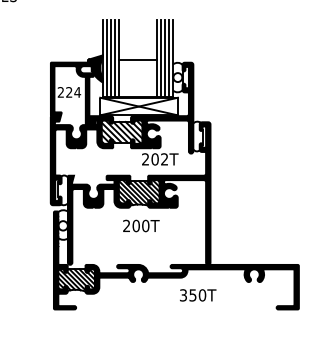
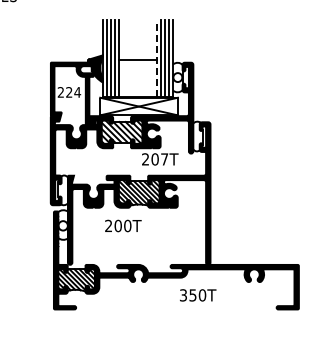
line at (156, 58): solid -> dashed
text at (164, 159): 202T -> 207T
text at (141, 225) position: (141, 225) -> (123, 225)
